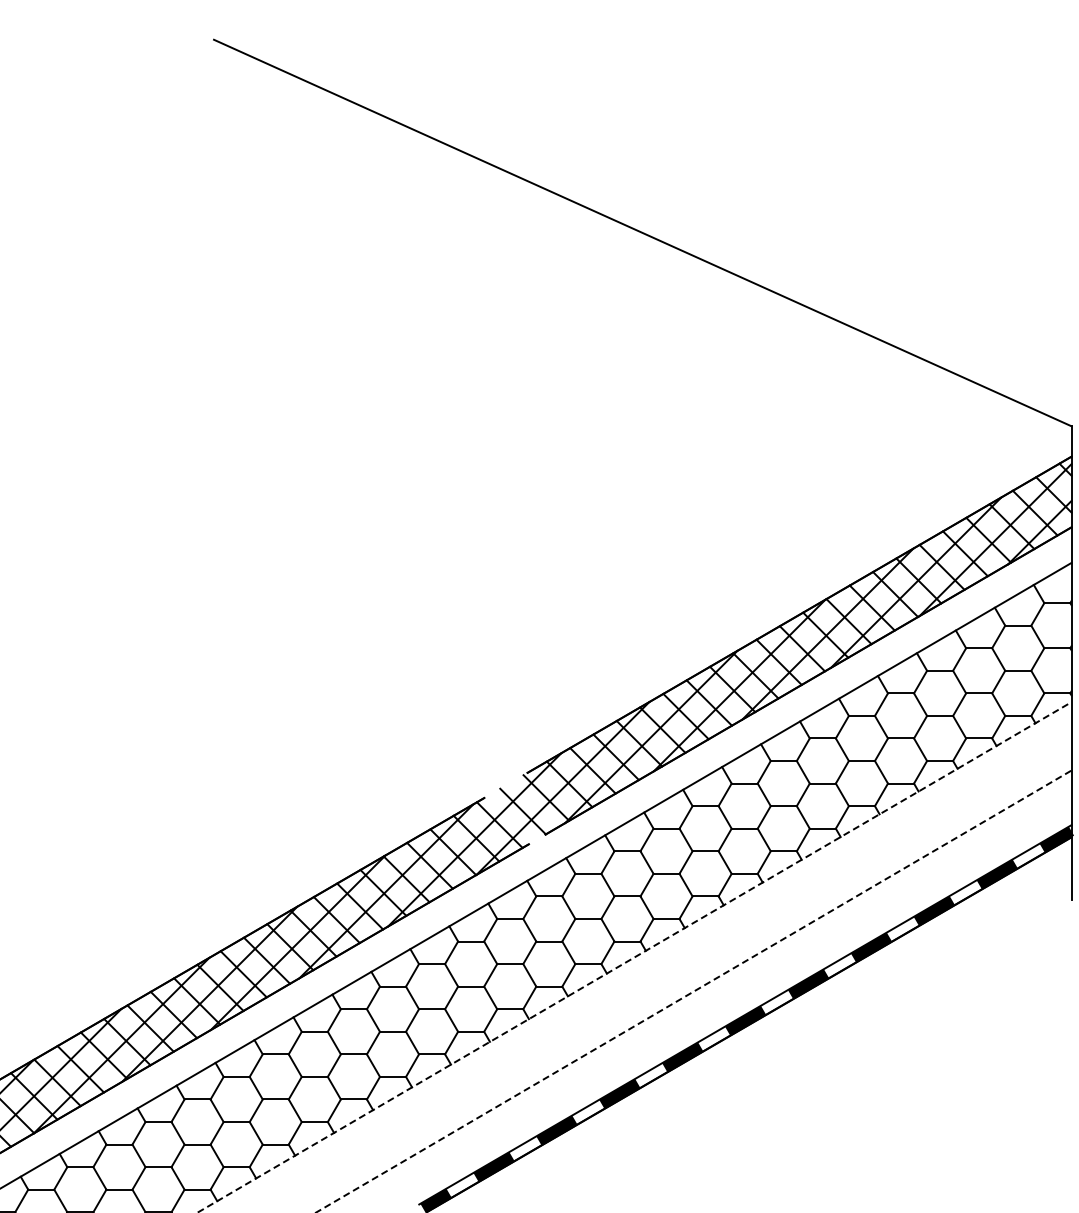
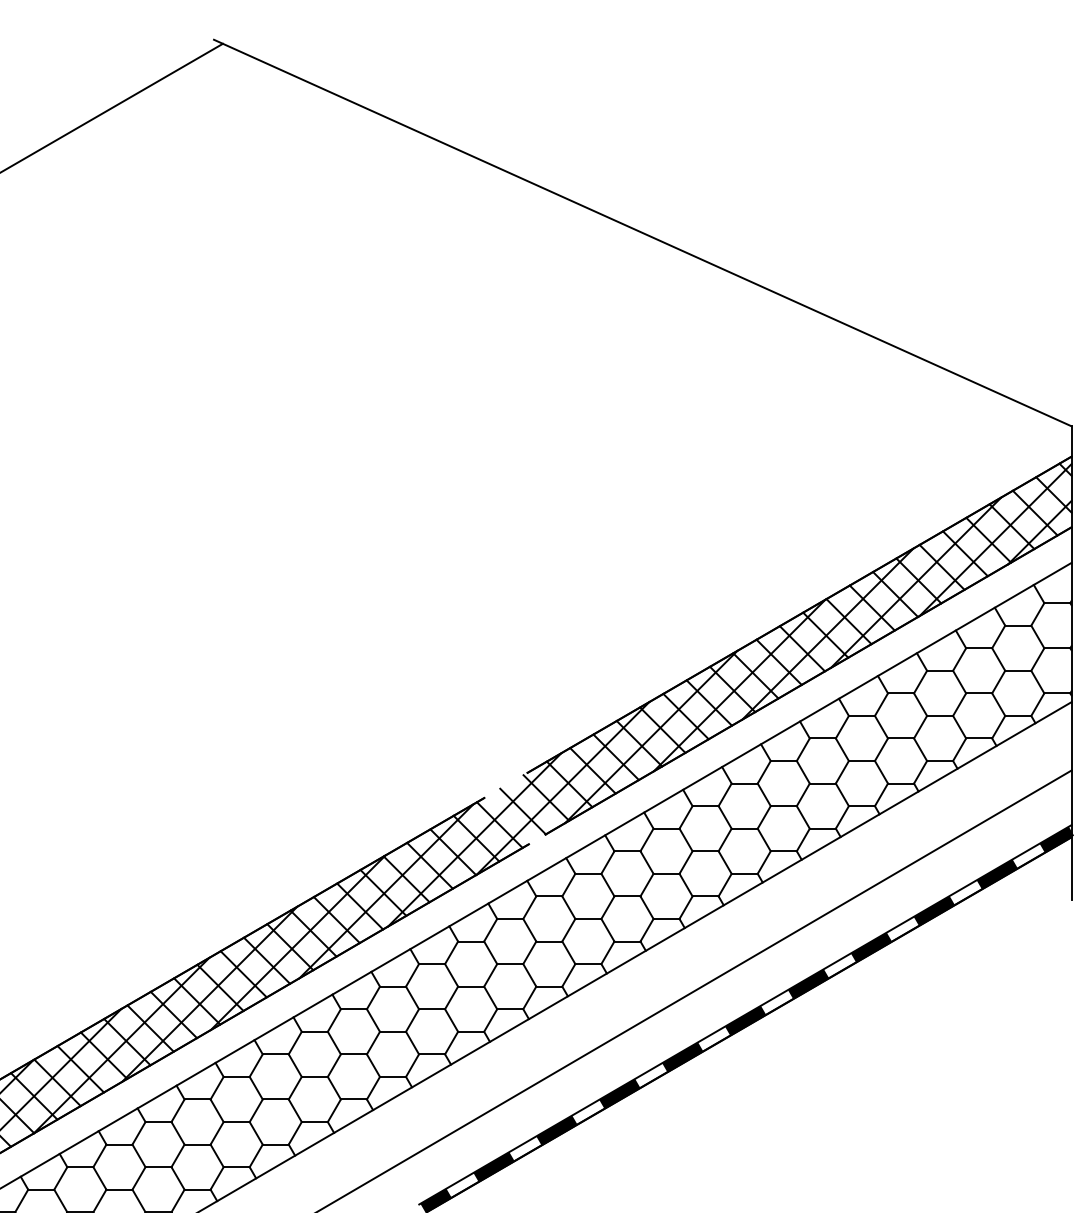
line at (112, 107): none -> present
line at (634, 957): dashed -> solid
line at (693, 991): dashed -> solid
